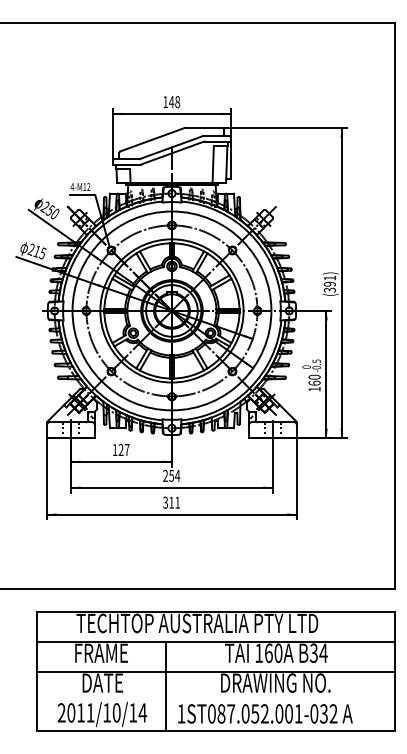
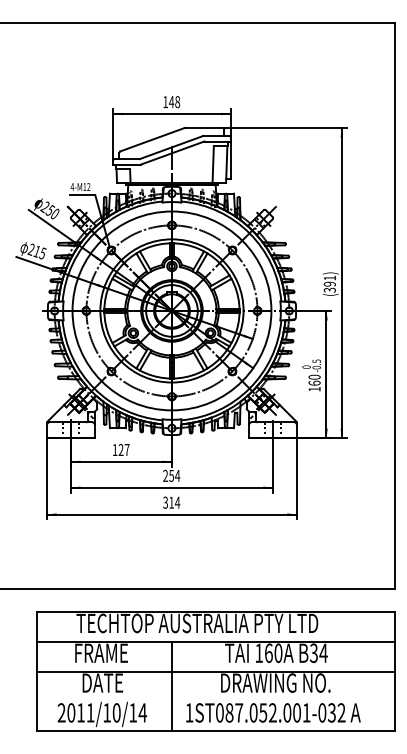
text at (177, 502): 311 -> 314
line at (166, 686) position: (166, 686) -> (172, 686)
text at (265, 713) position: (265, 713) -> (273, 712)
